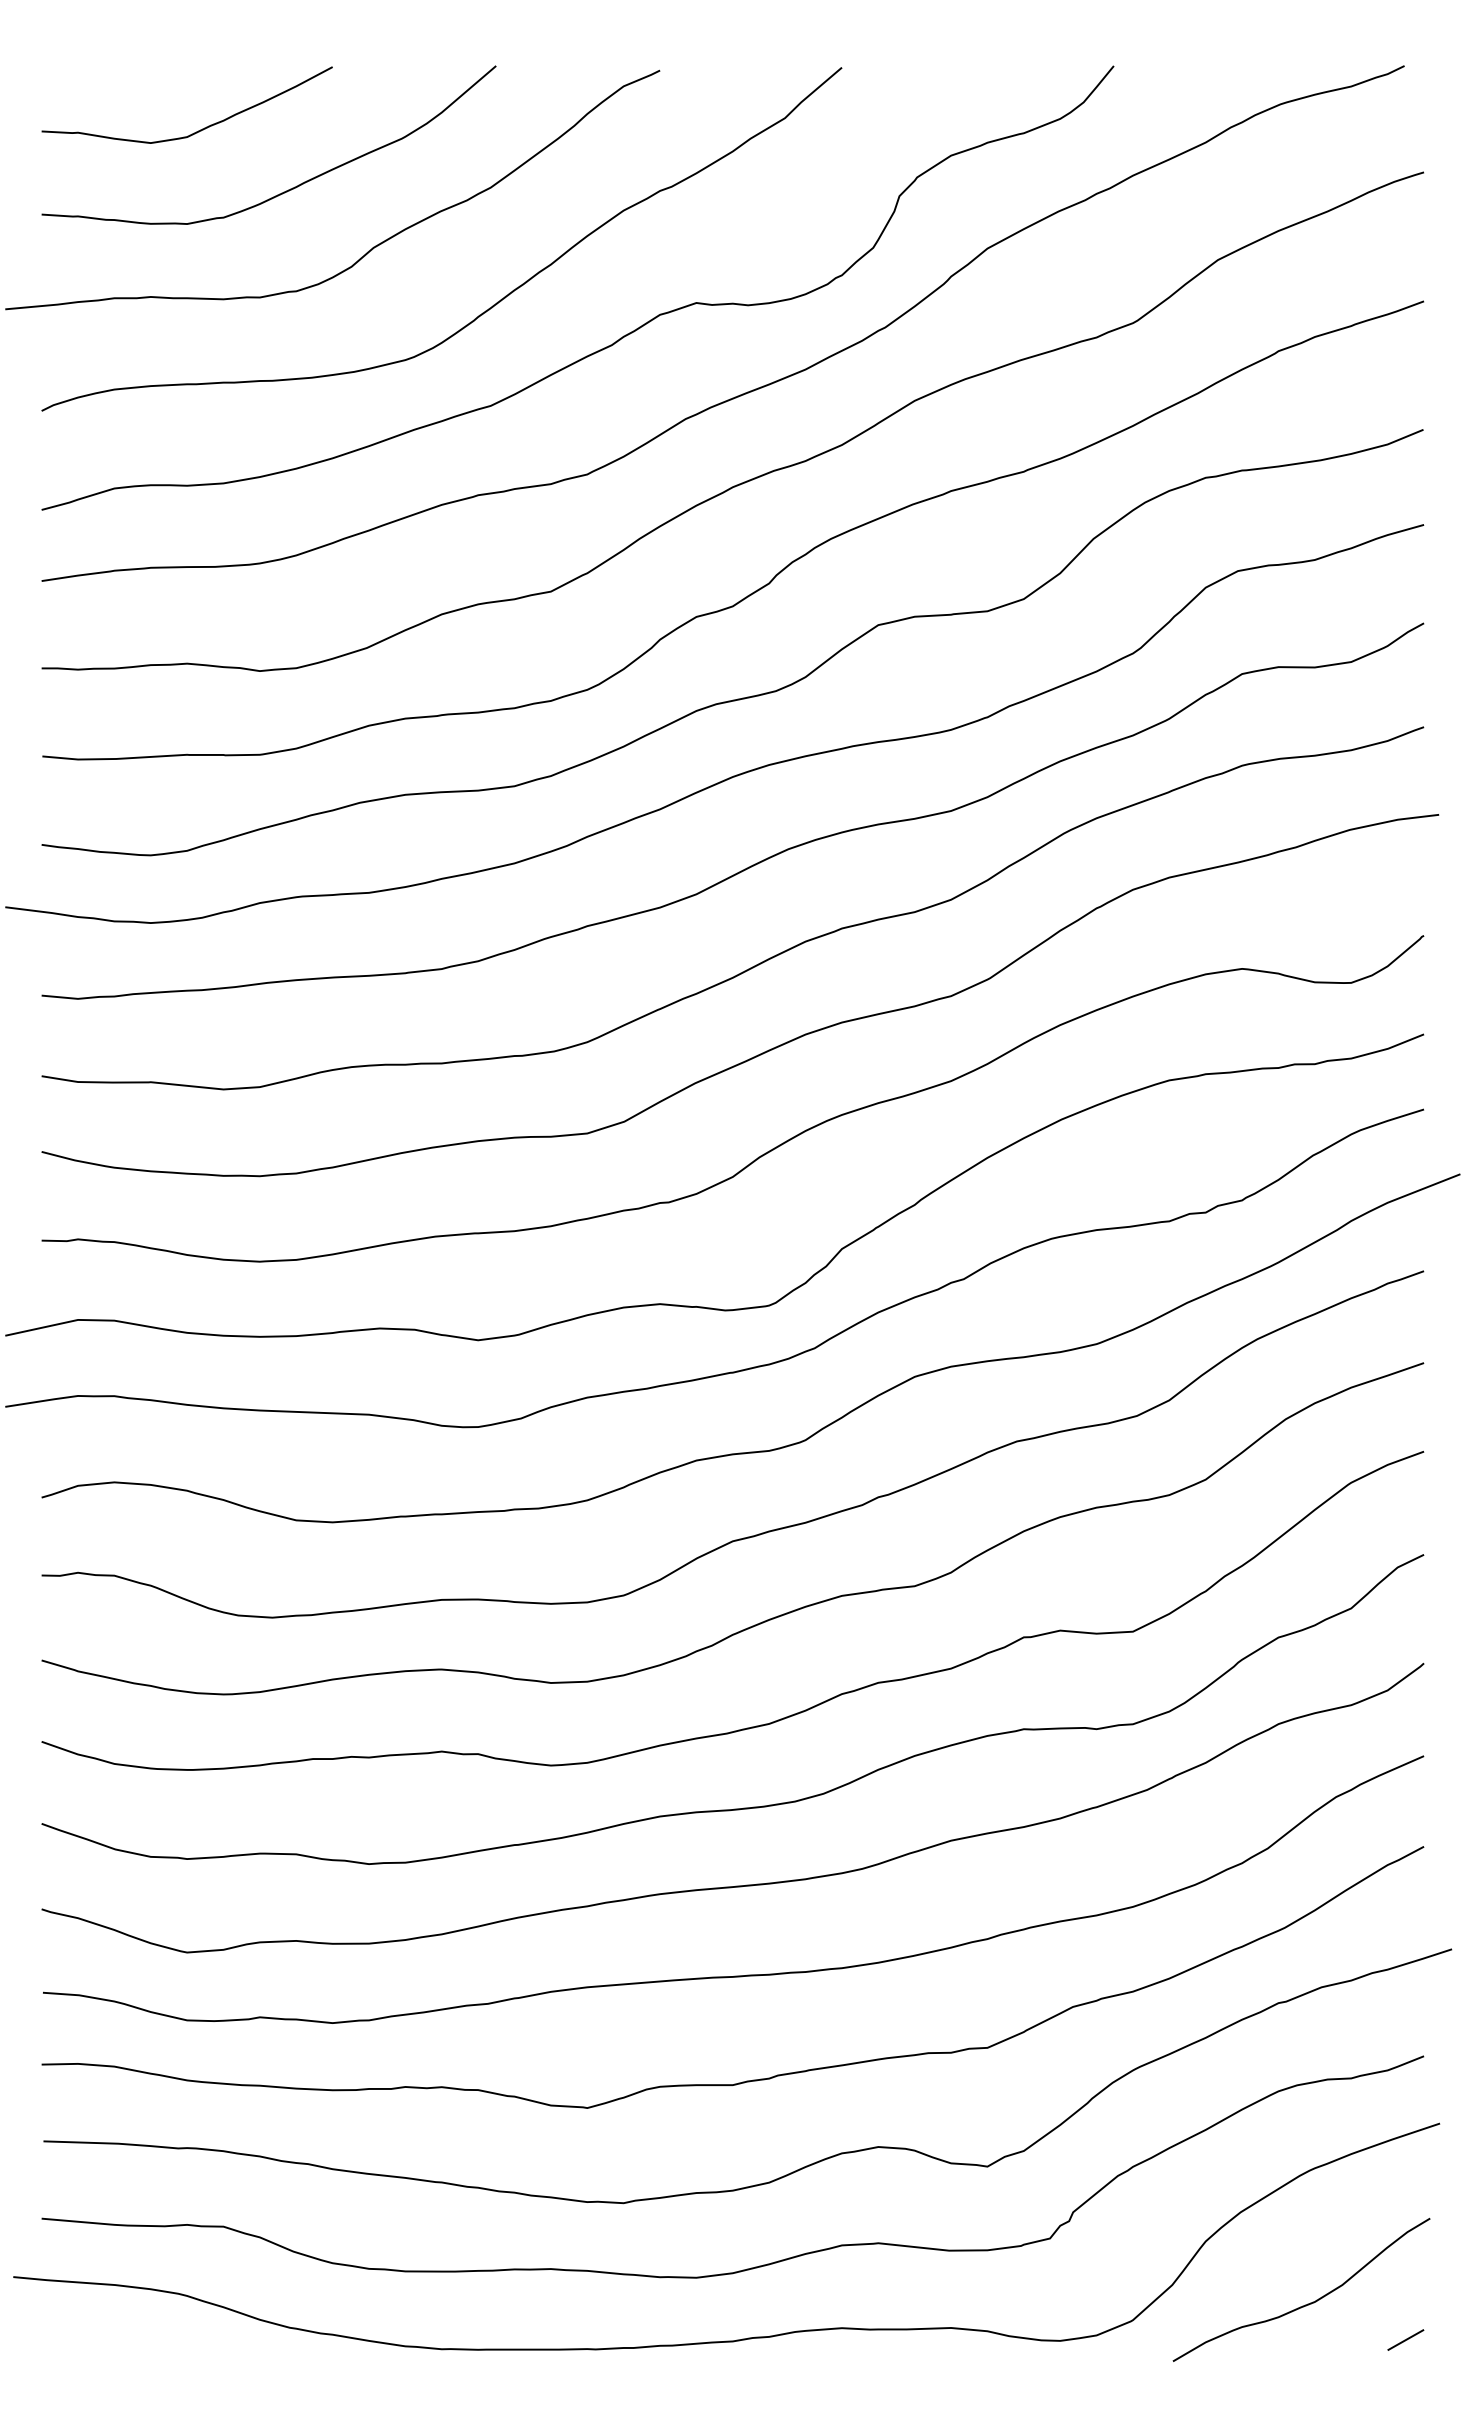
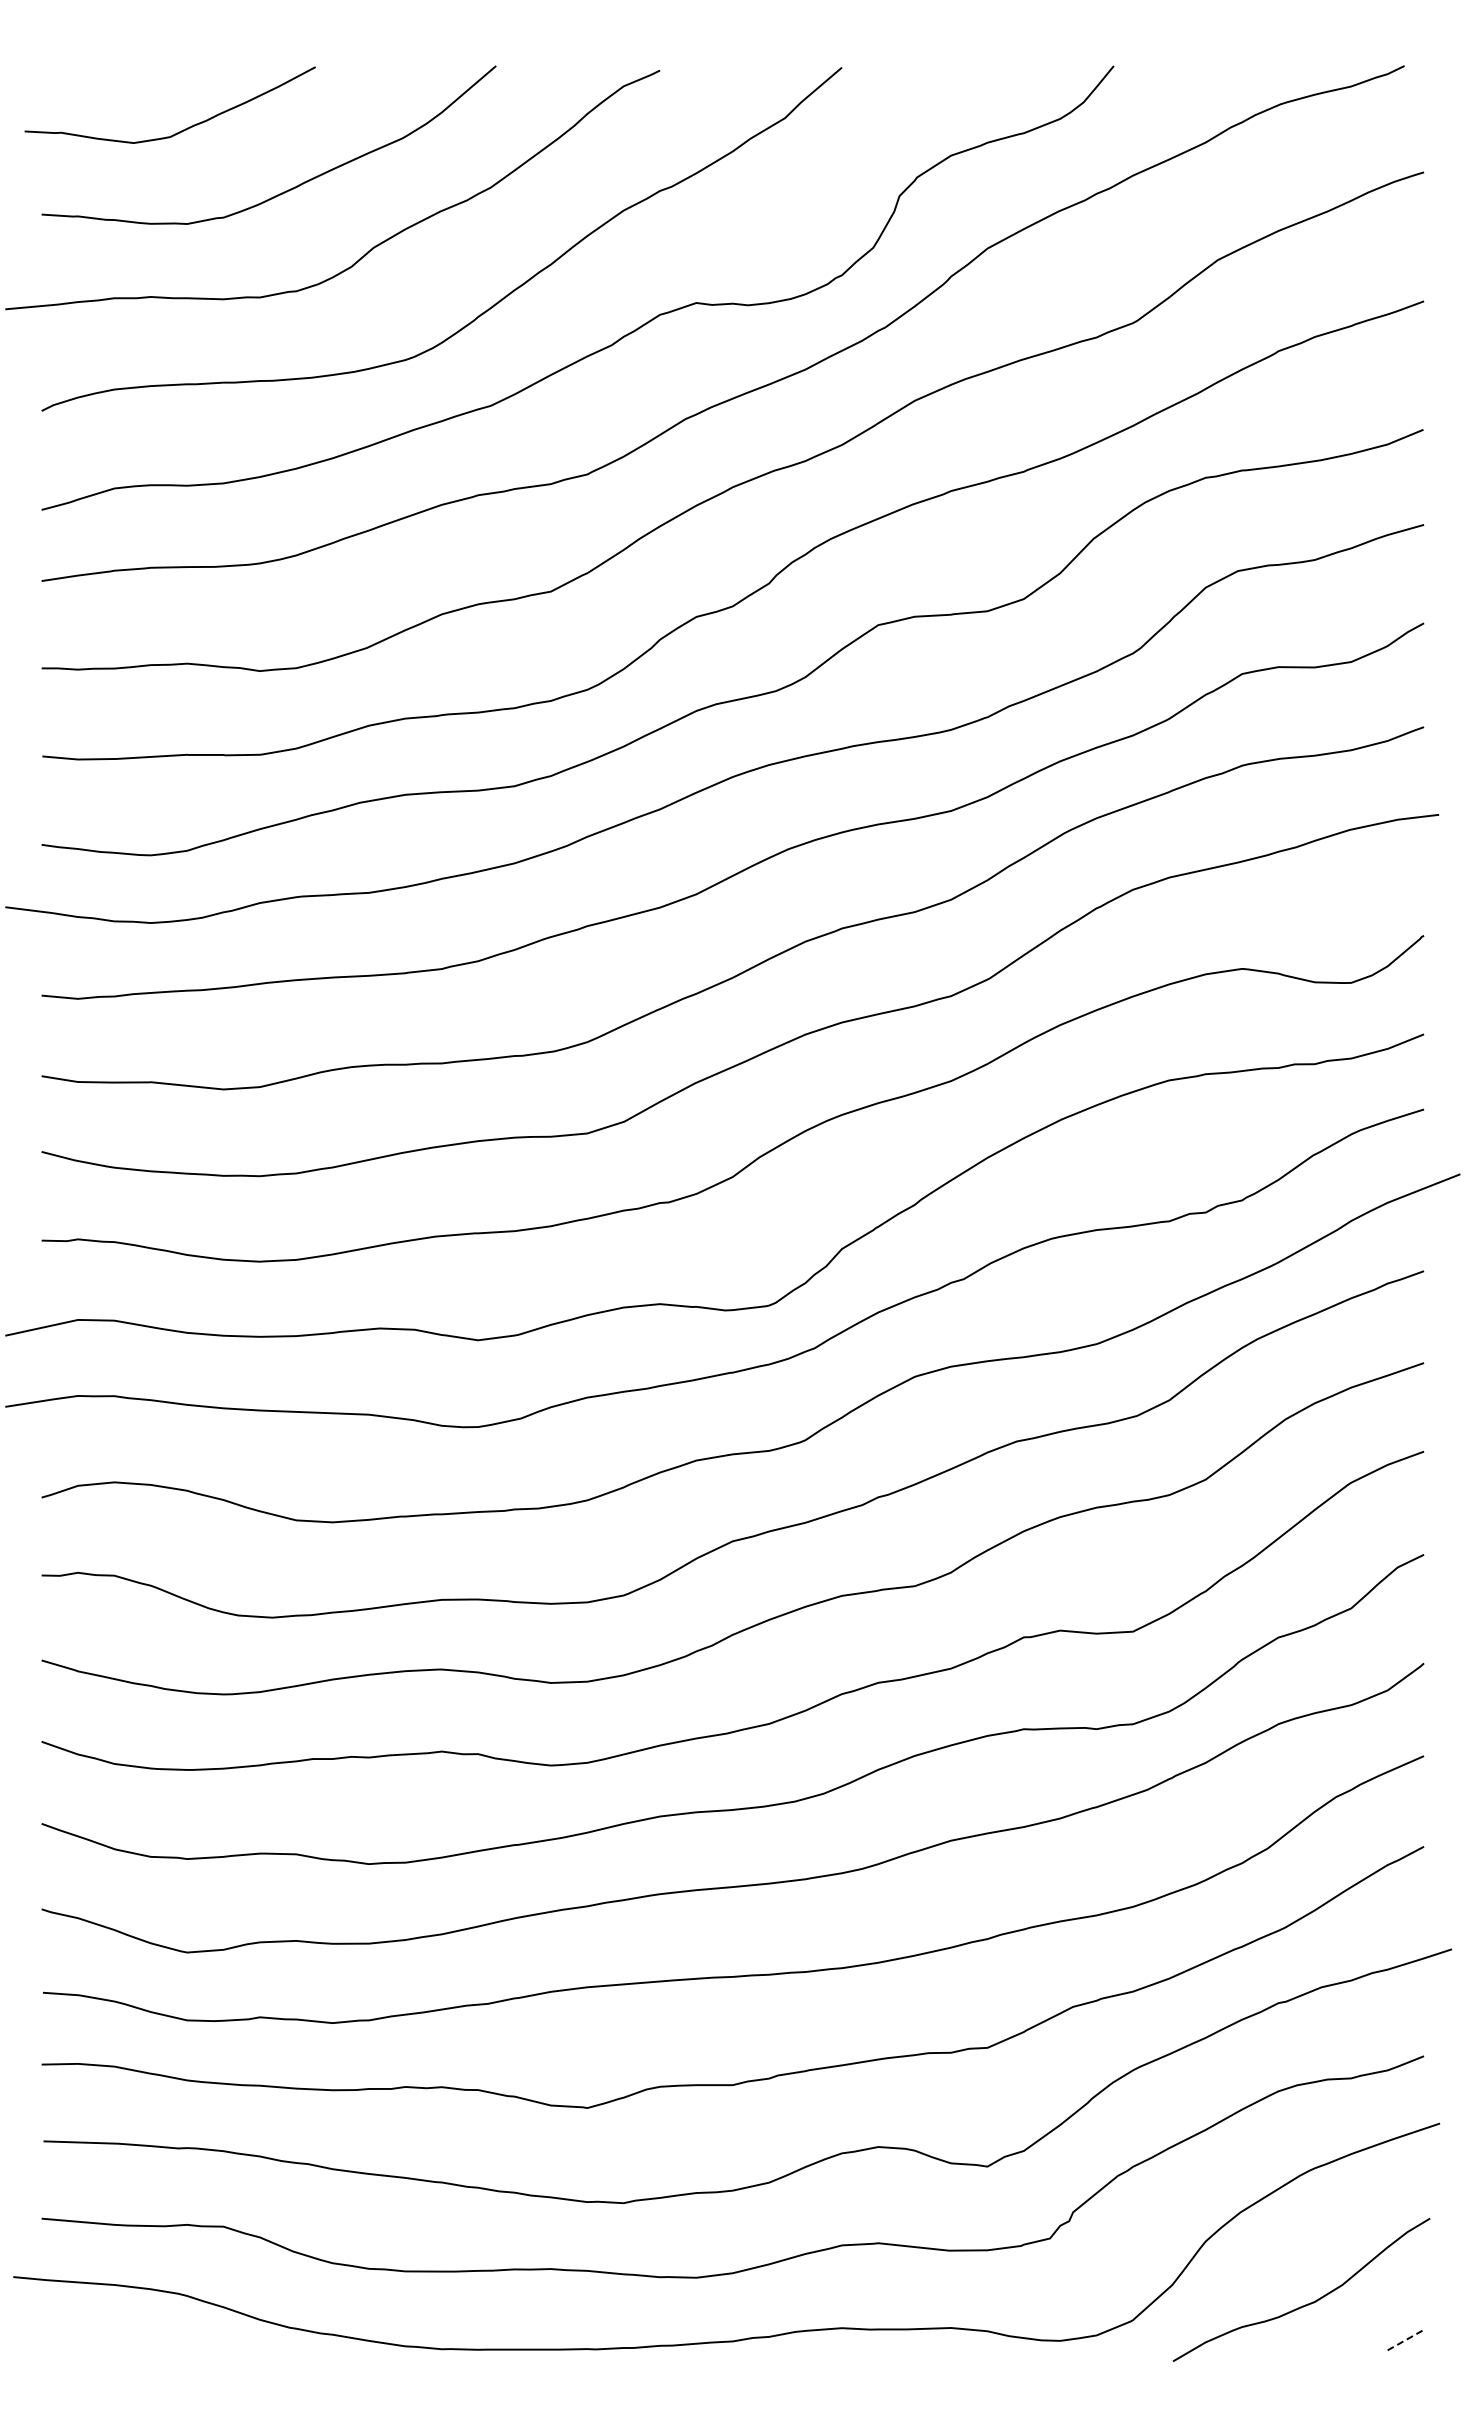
curve at (198, 130) position: (198, 130) -> (181, 130)
line at (1405, 2340): solid -> dashed
